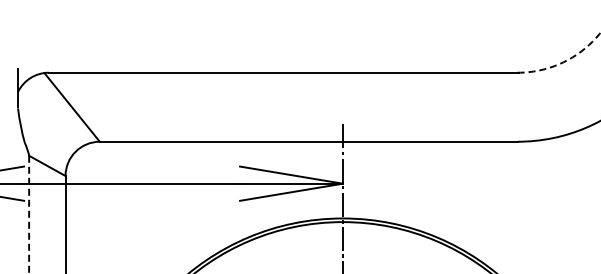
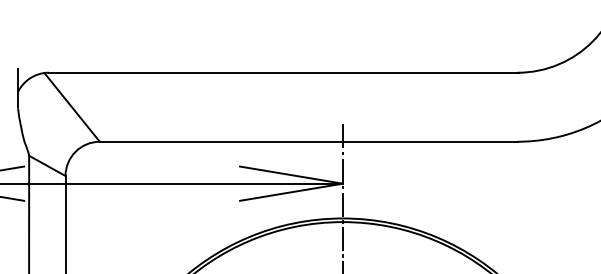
arc at (563, 62): dashed -> solid
line at (29, 214): dashed -> solid
